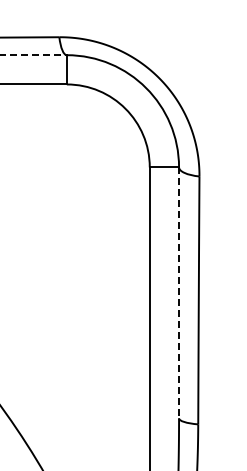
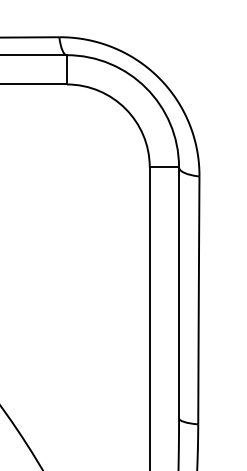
line at (33, 55): dashed -> solid
line at (179, 292): dashed -> solid
